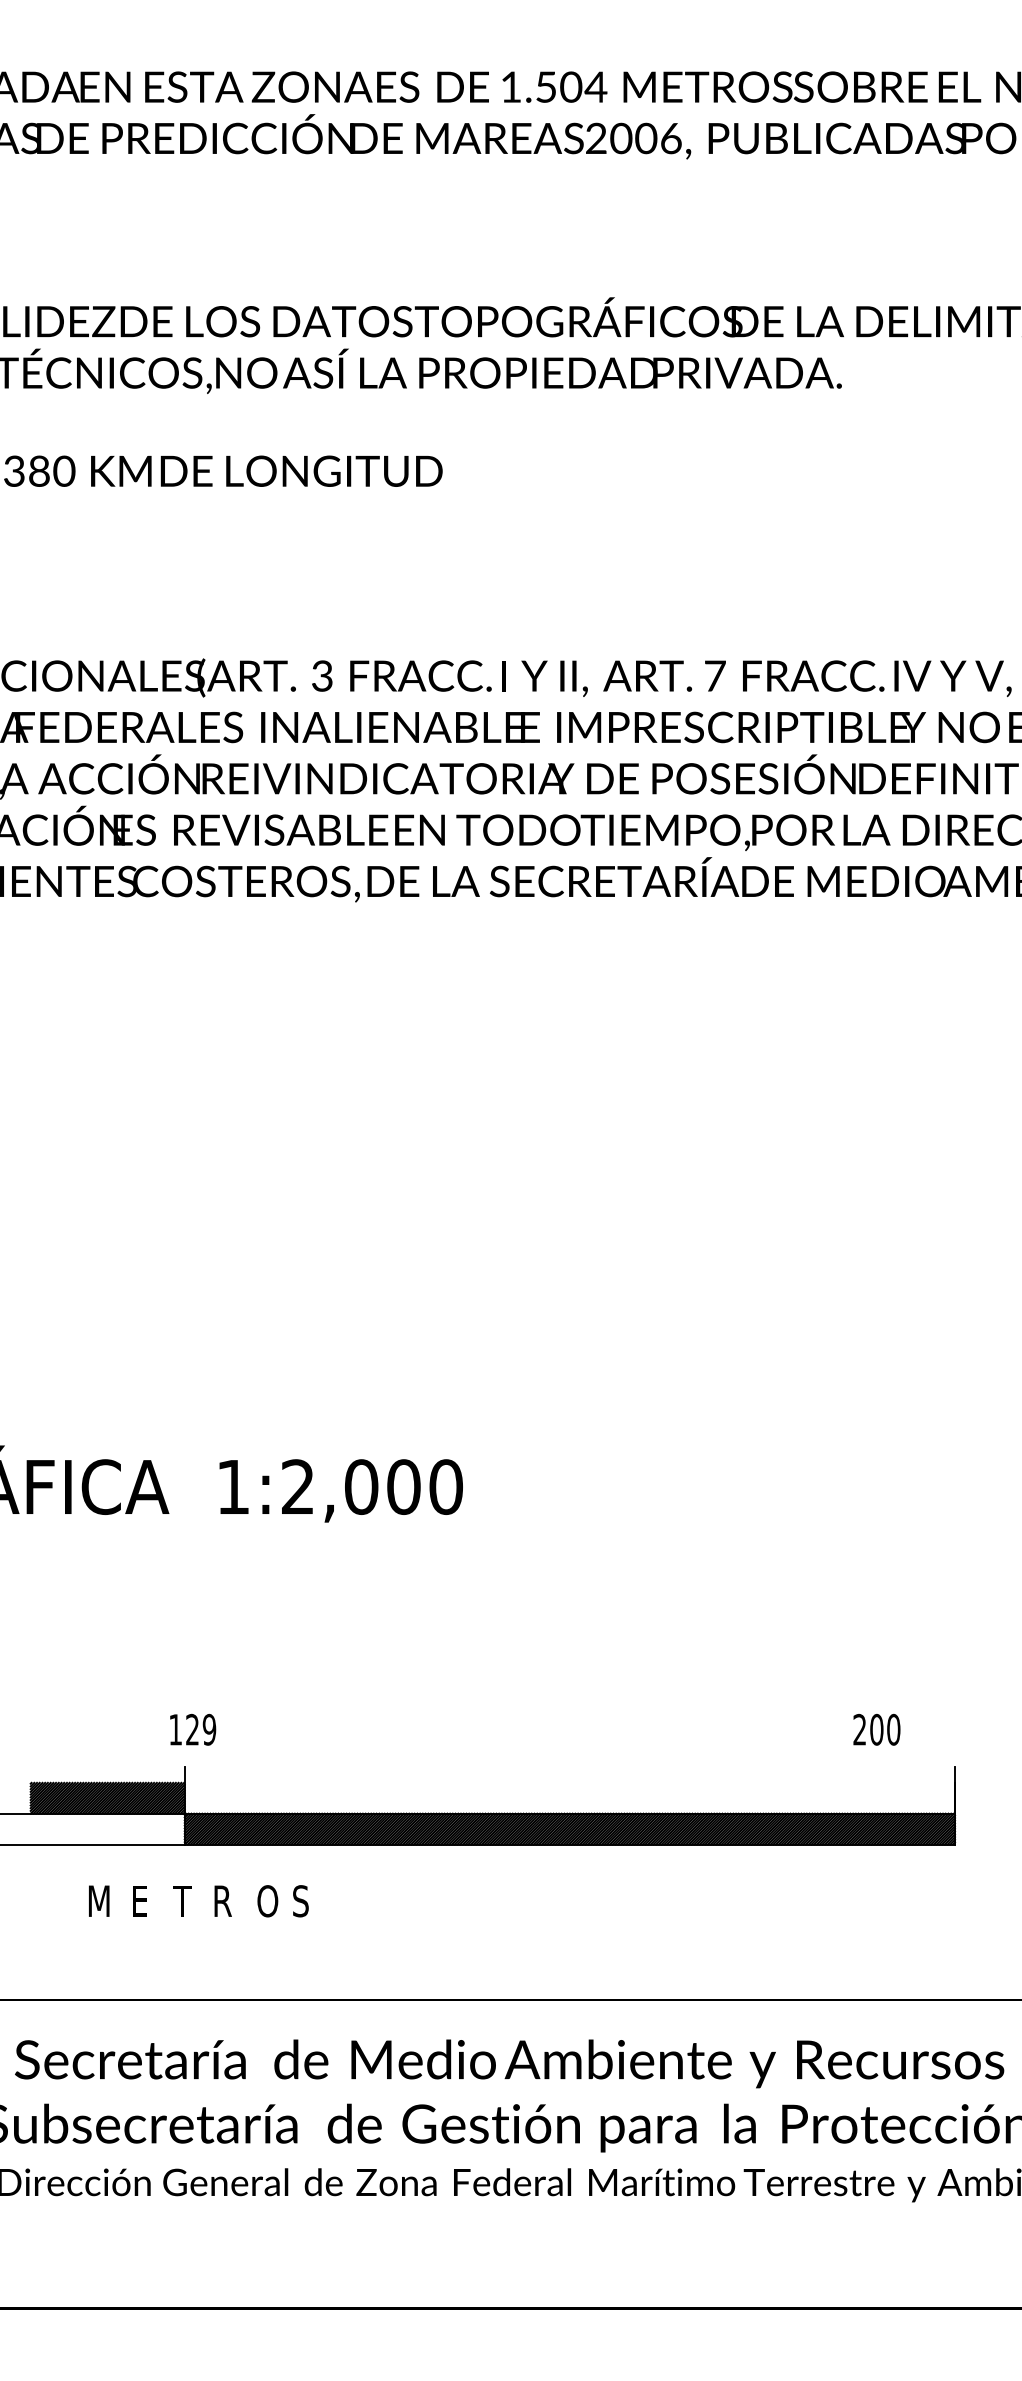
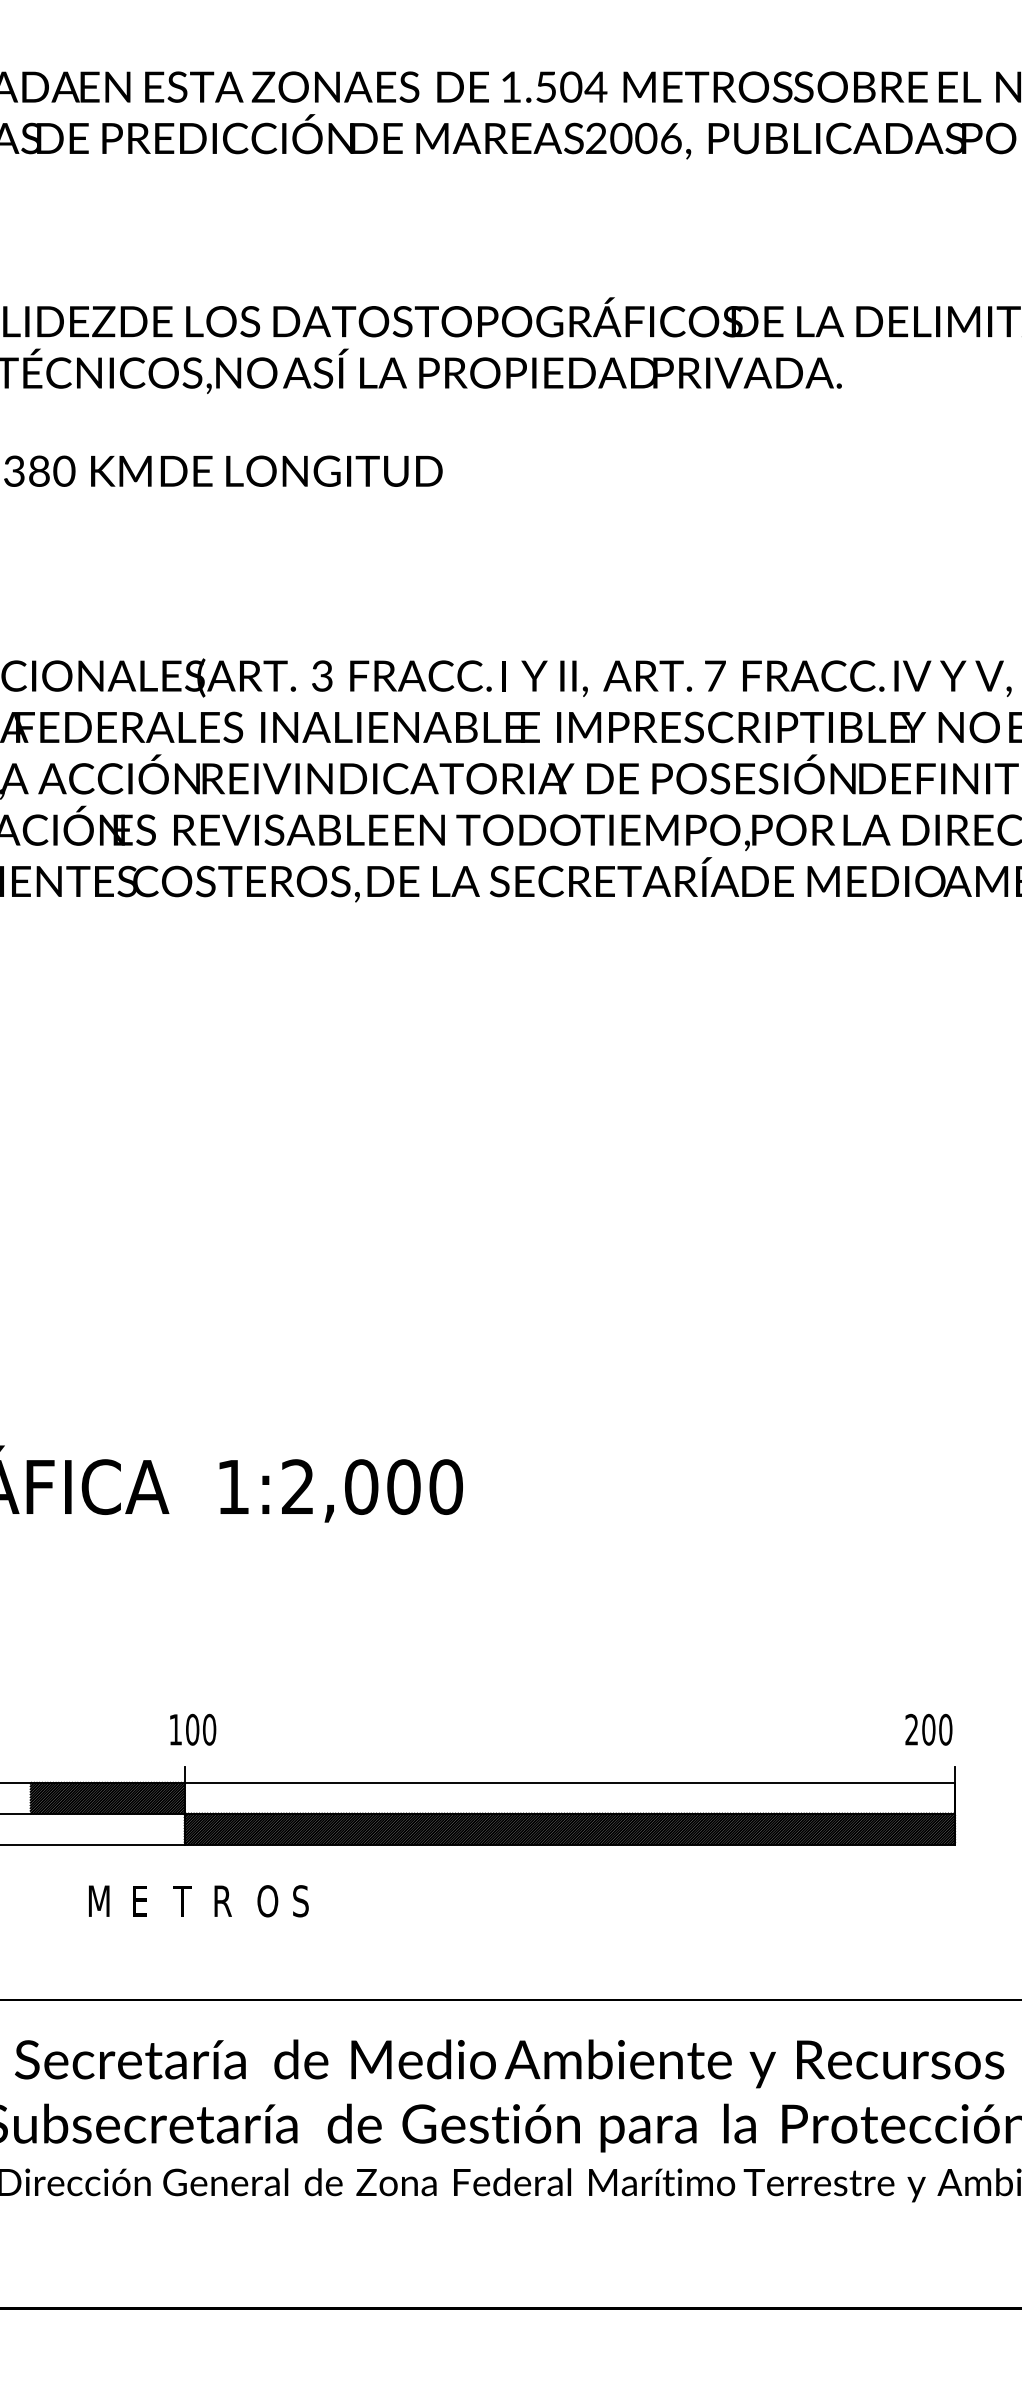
text at (201, 1729): 129 -> 100
text at (876, 1729) position: (876, 1729) -> (928, 1729)
line at (478, 1782): none -> present
